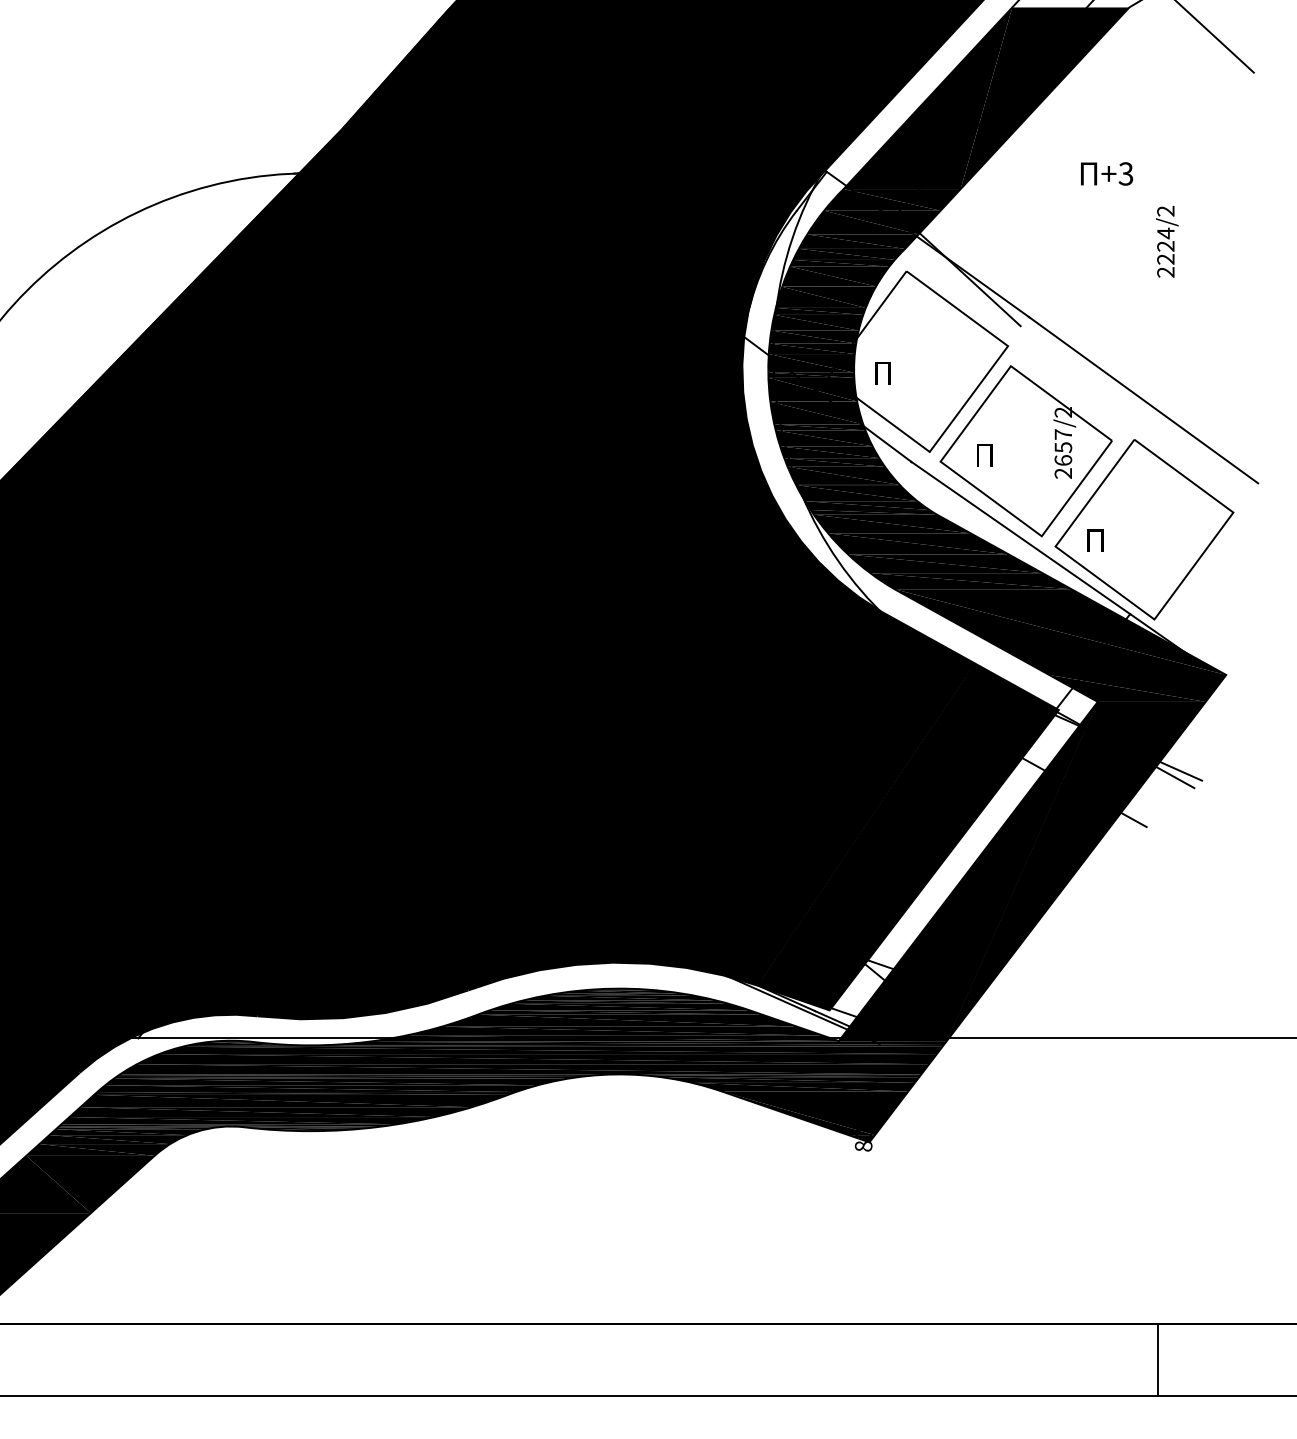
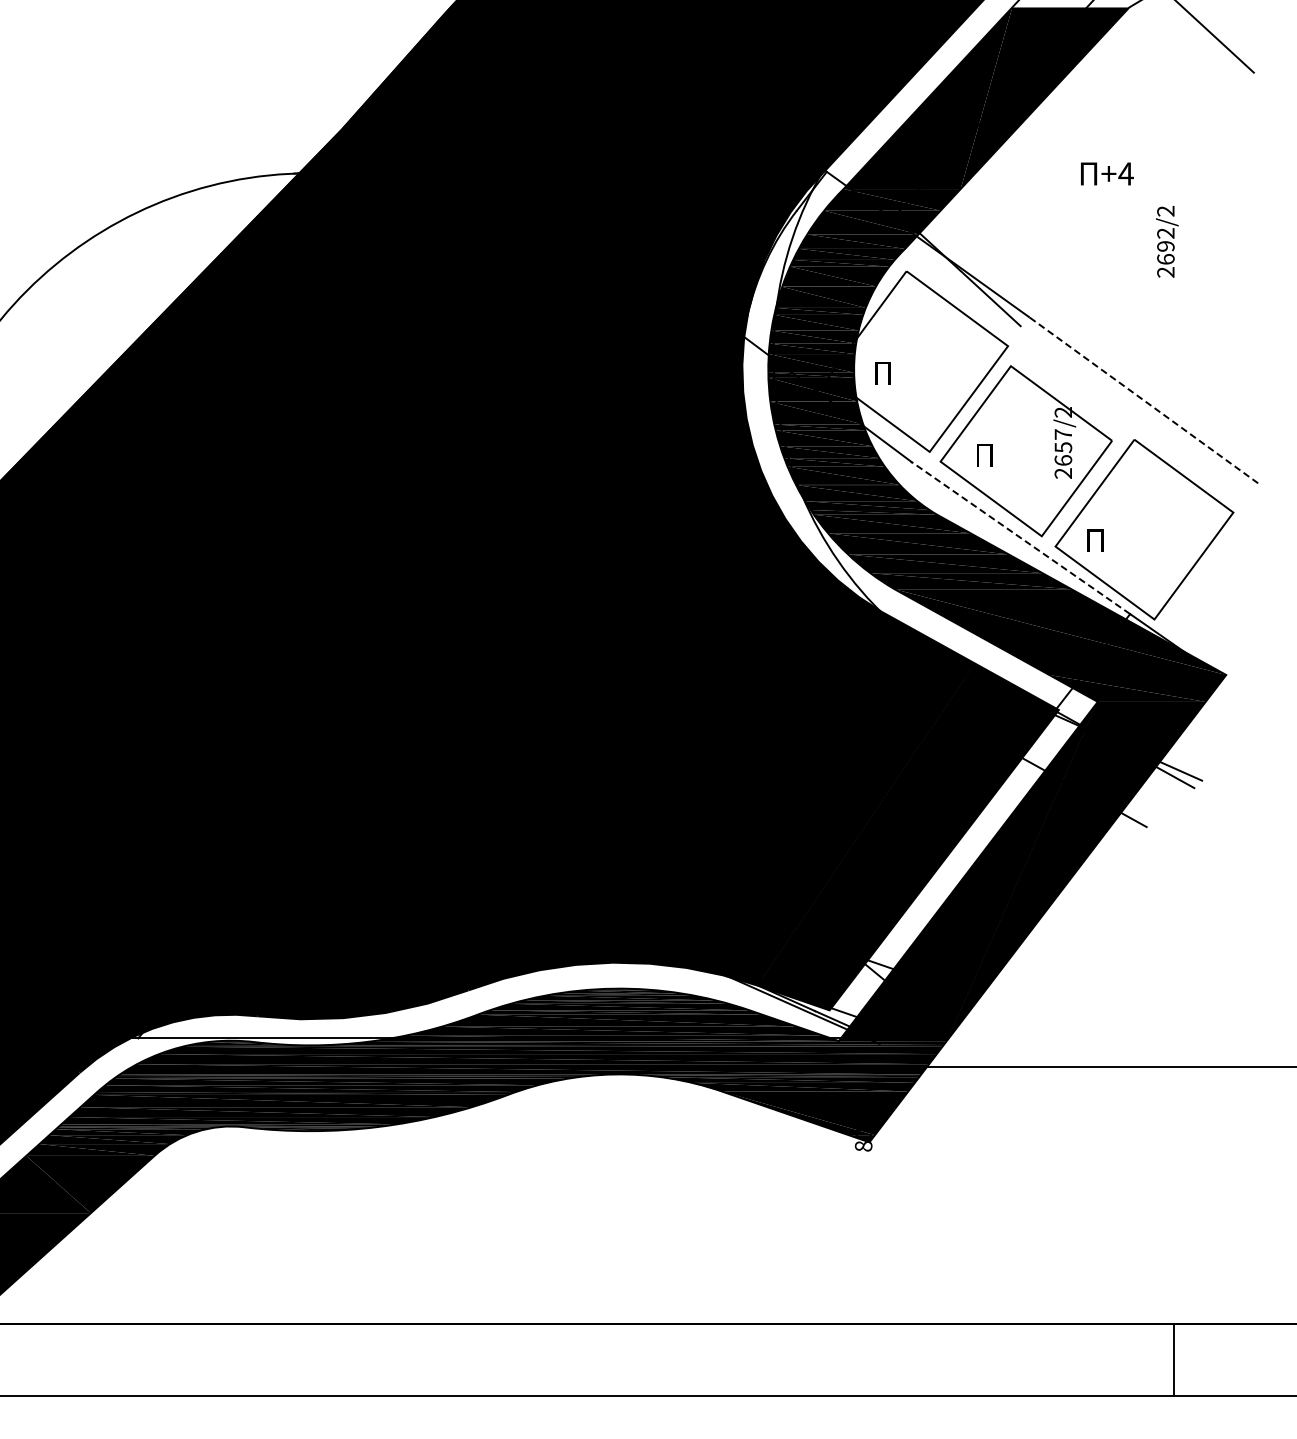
text at (1125, 173): +3 -> +4
text at (1165, 245): 2224/2 -> 2692/2
line at (1143, 400): solid -> dashed
line at (1020, 537): solid -> dashed
line at (1086, 1038) position: (1086, 1038) -> (1086, 1067)
line at (1158, 1359) position: (1158, 1359) -> (1174, 1359)
